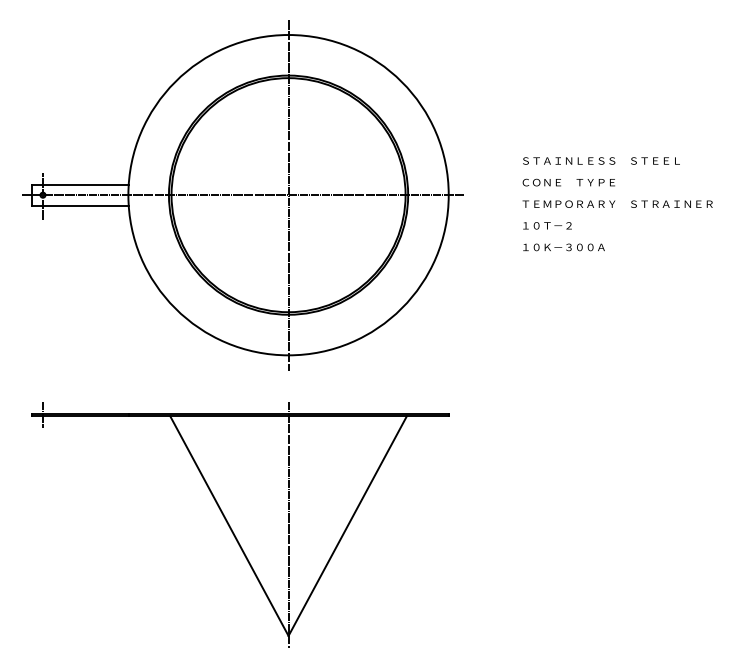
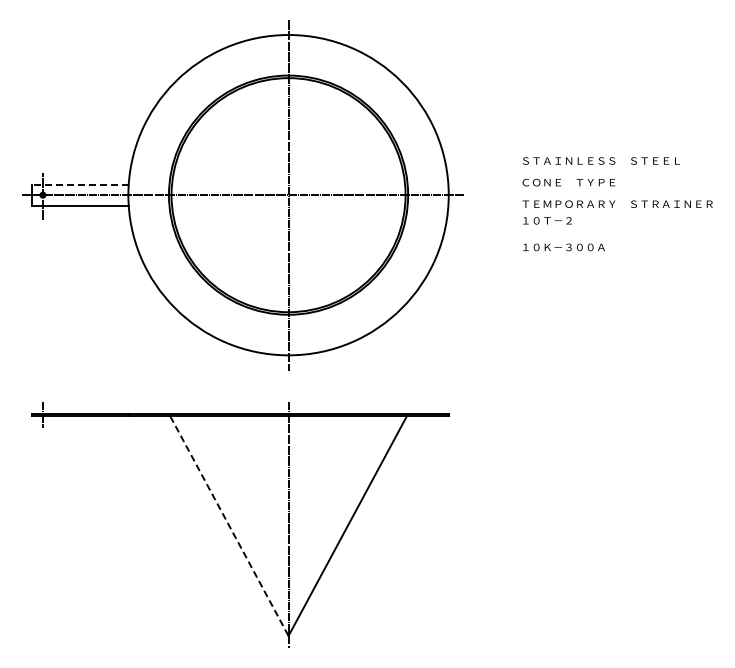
line at (80, 184): solid -> dashed
text at (547, 225) position: (547, 225) -> (547, 220)
line at (229, 526): solid -> dashed
